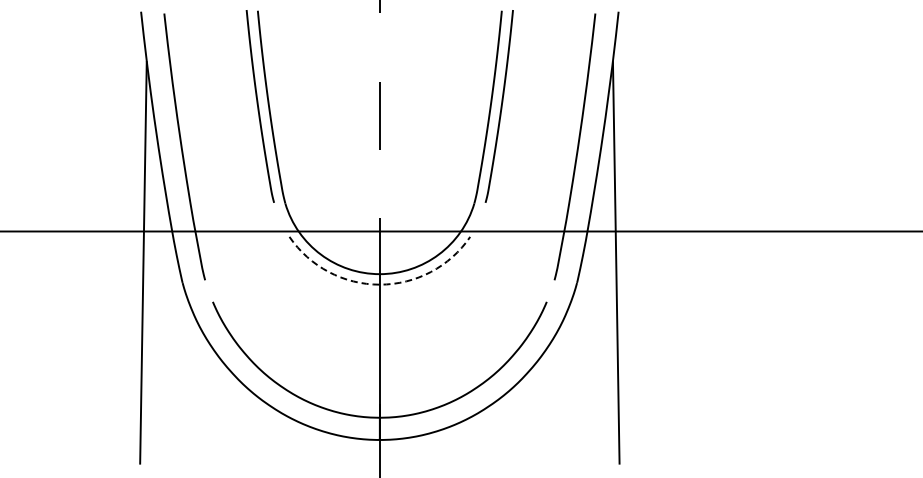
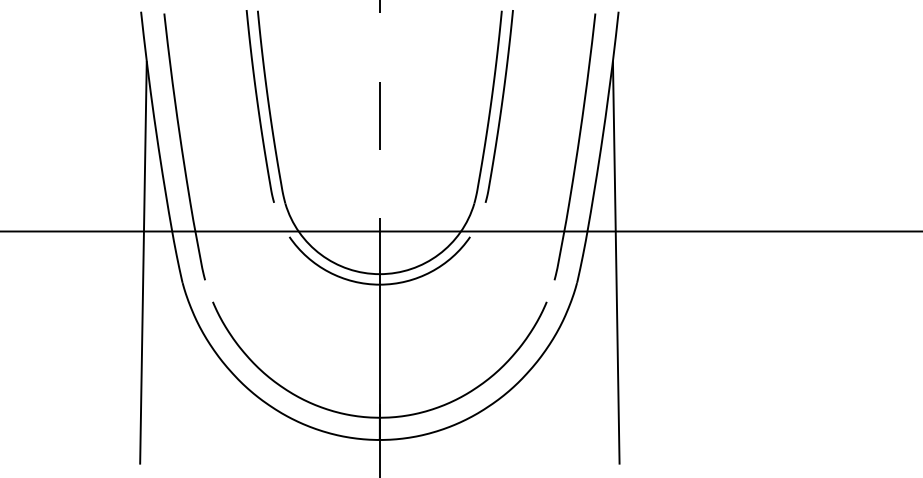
arc at (379, 284): dashed -> solid
